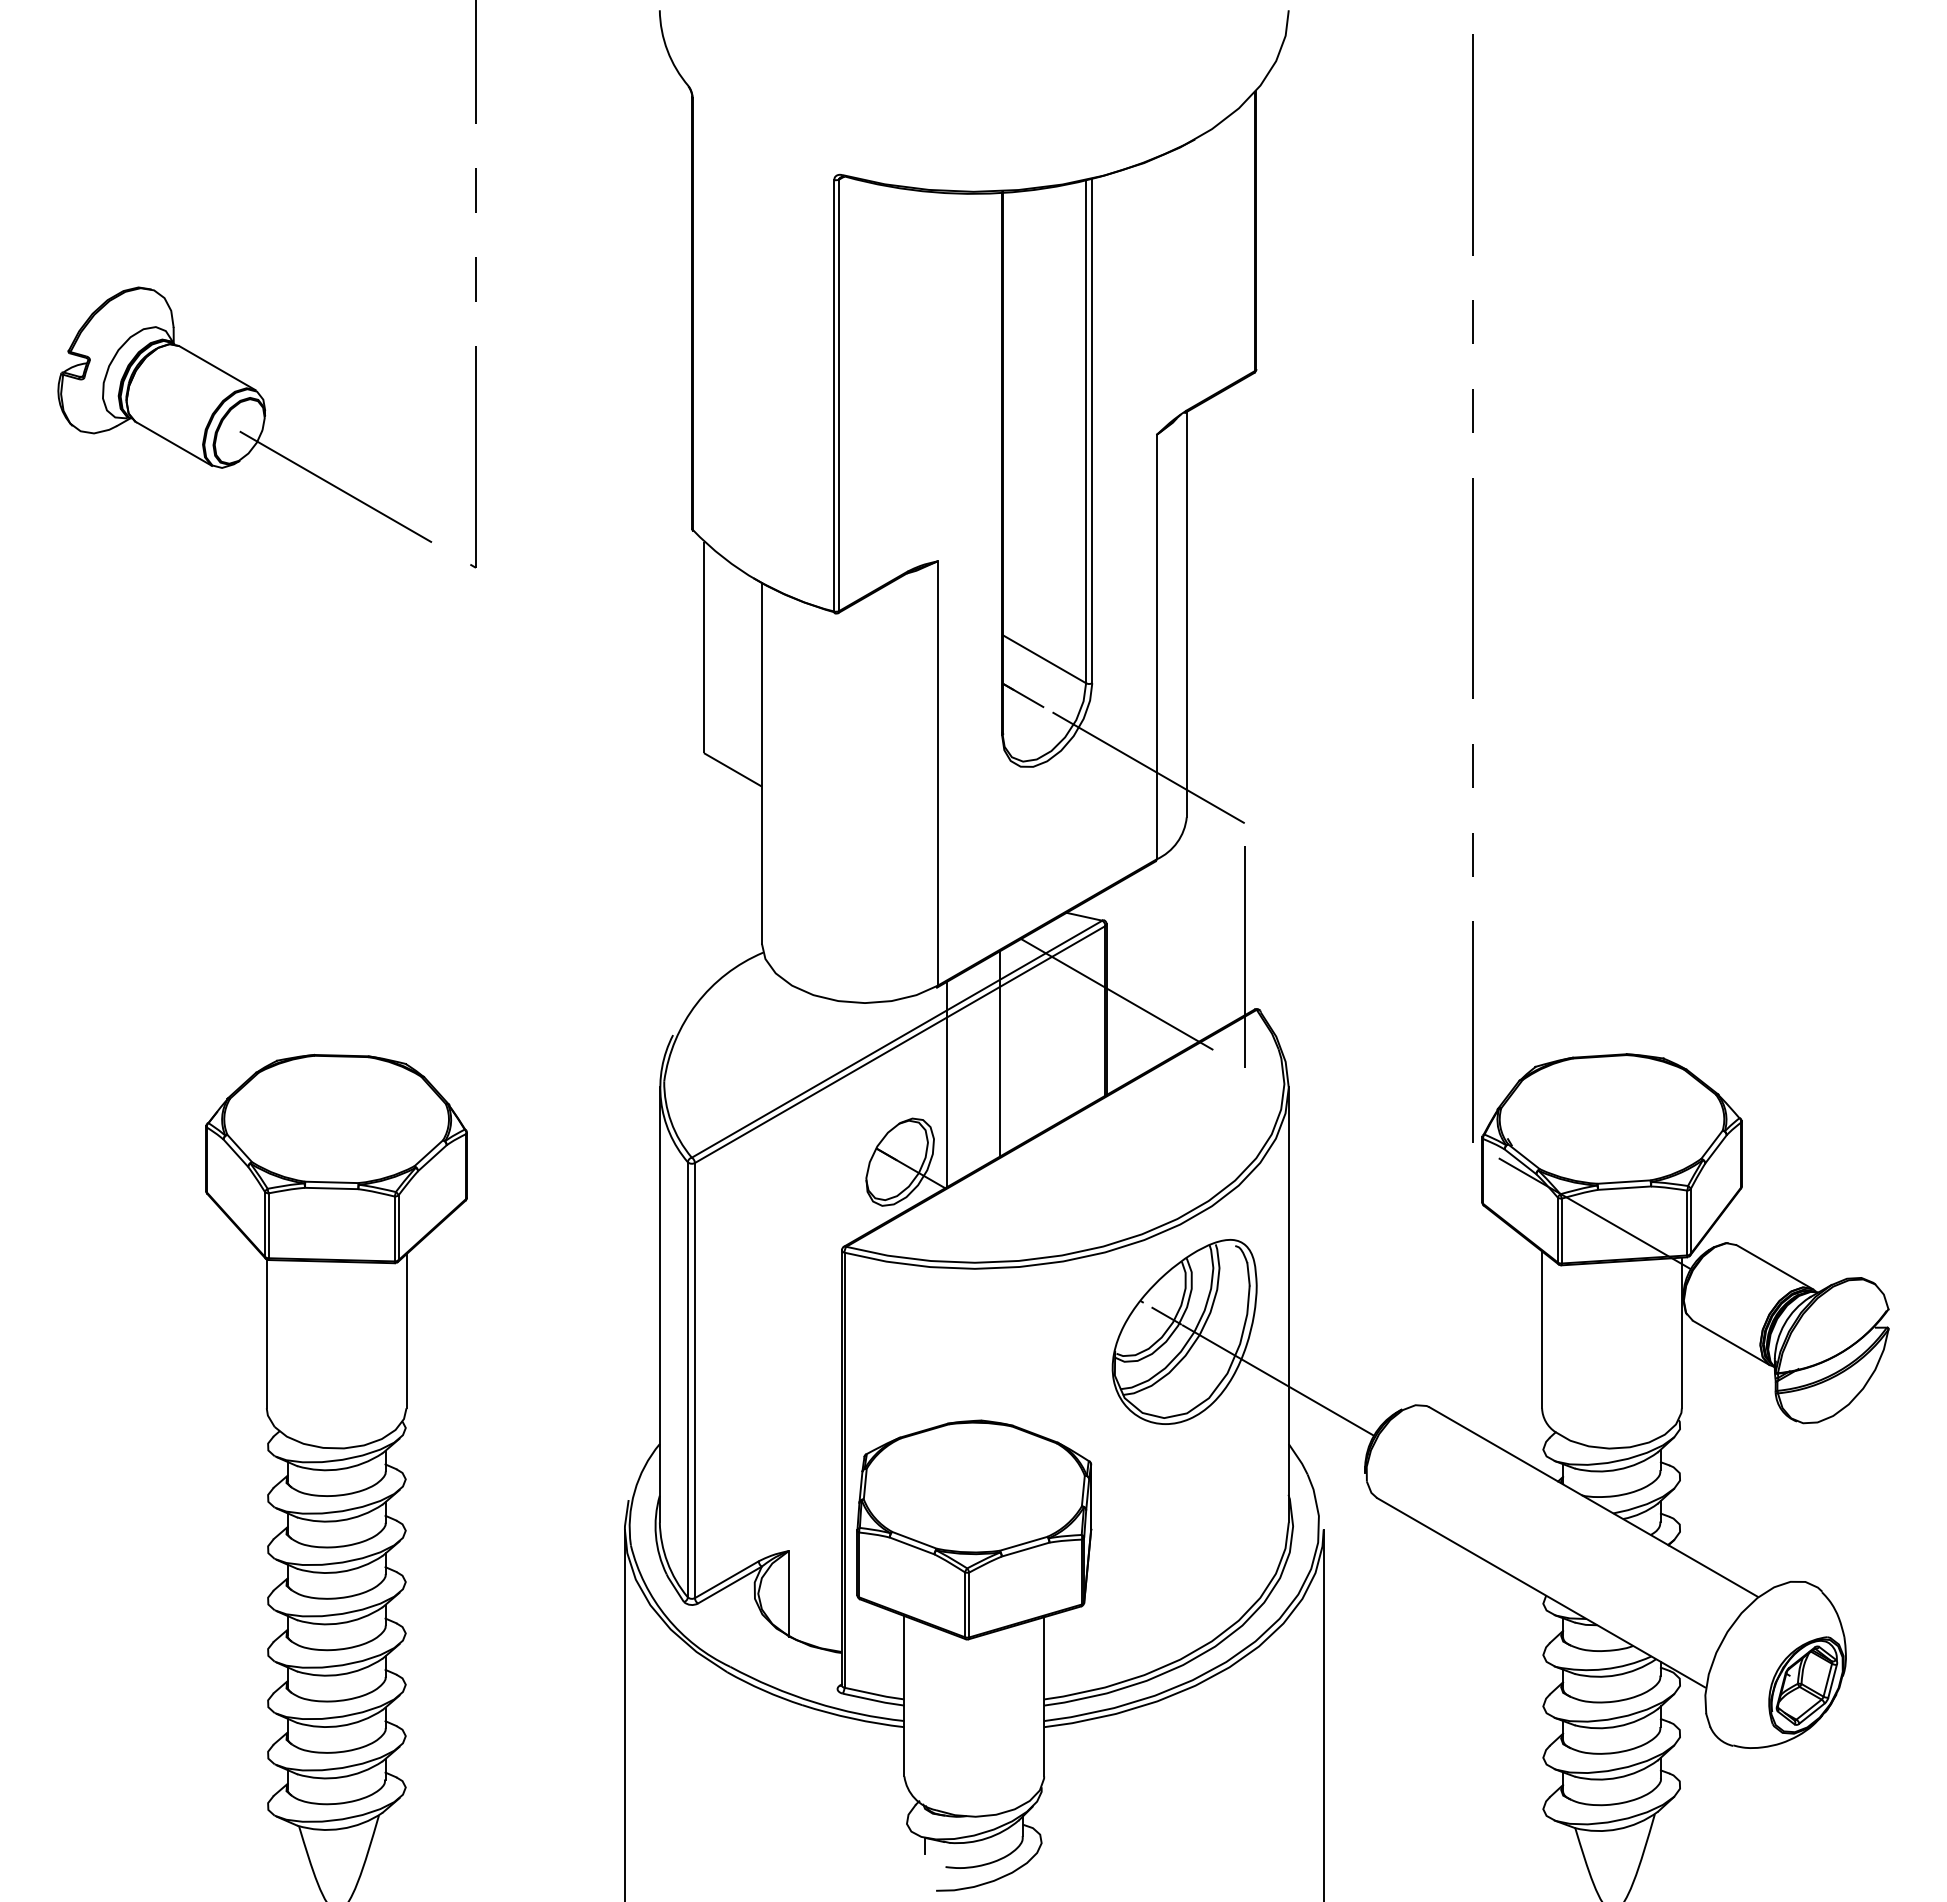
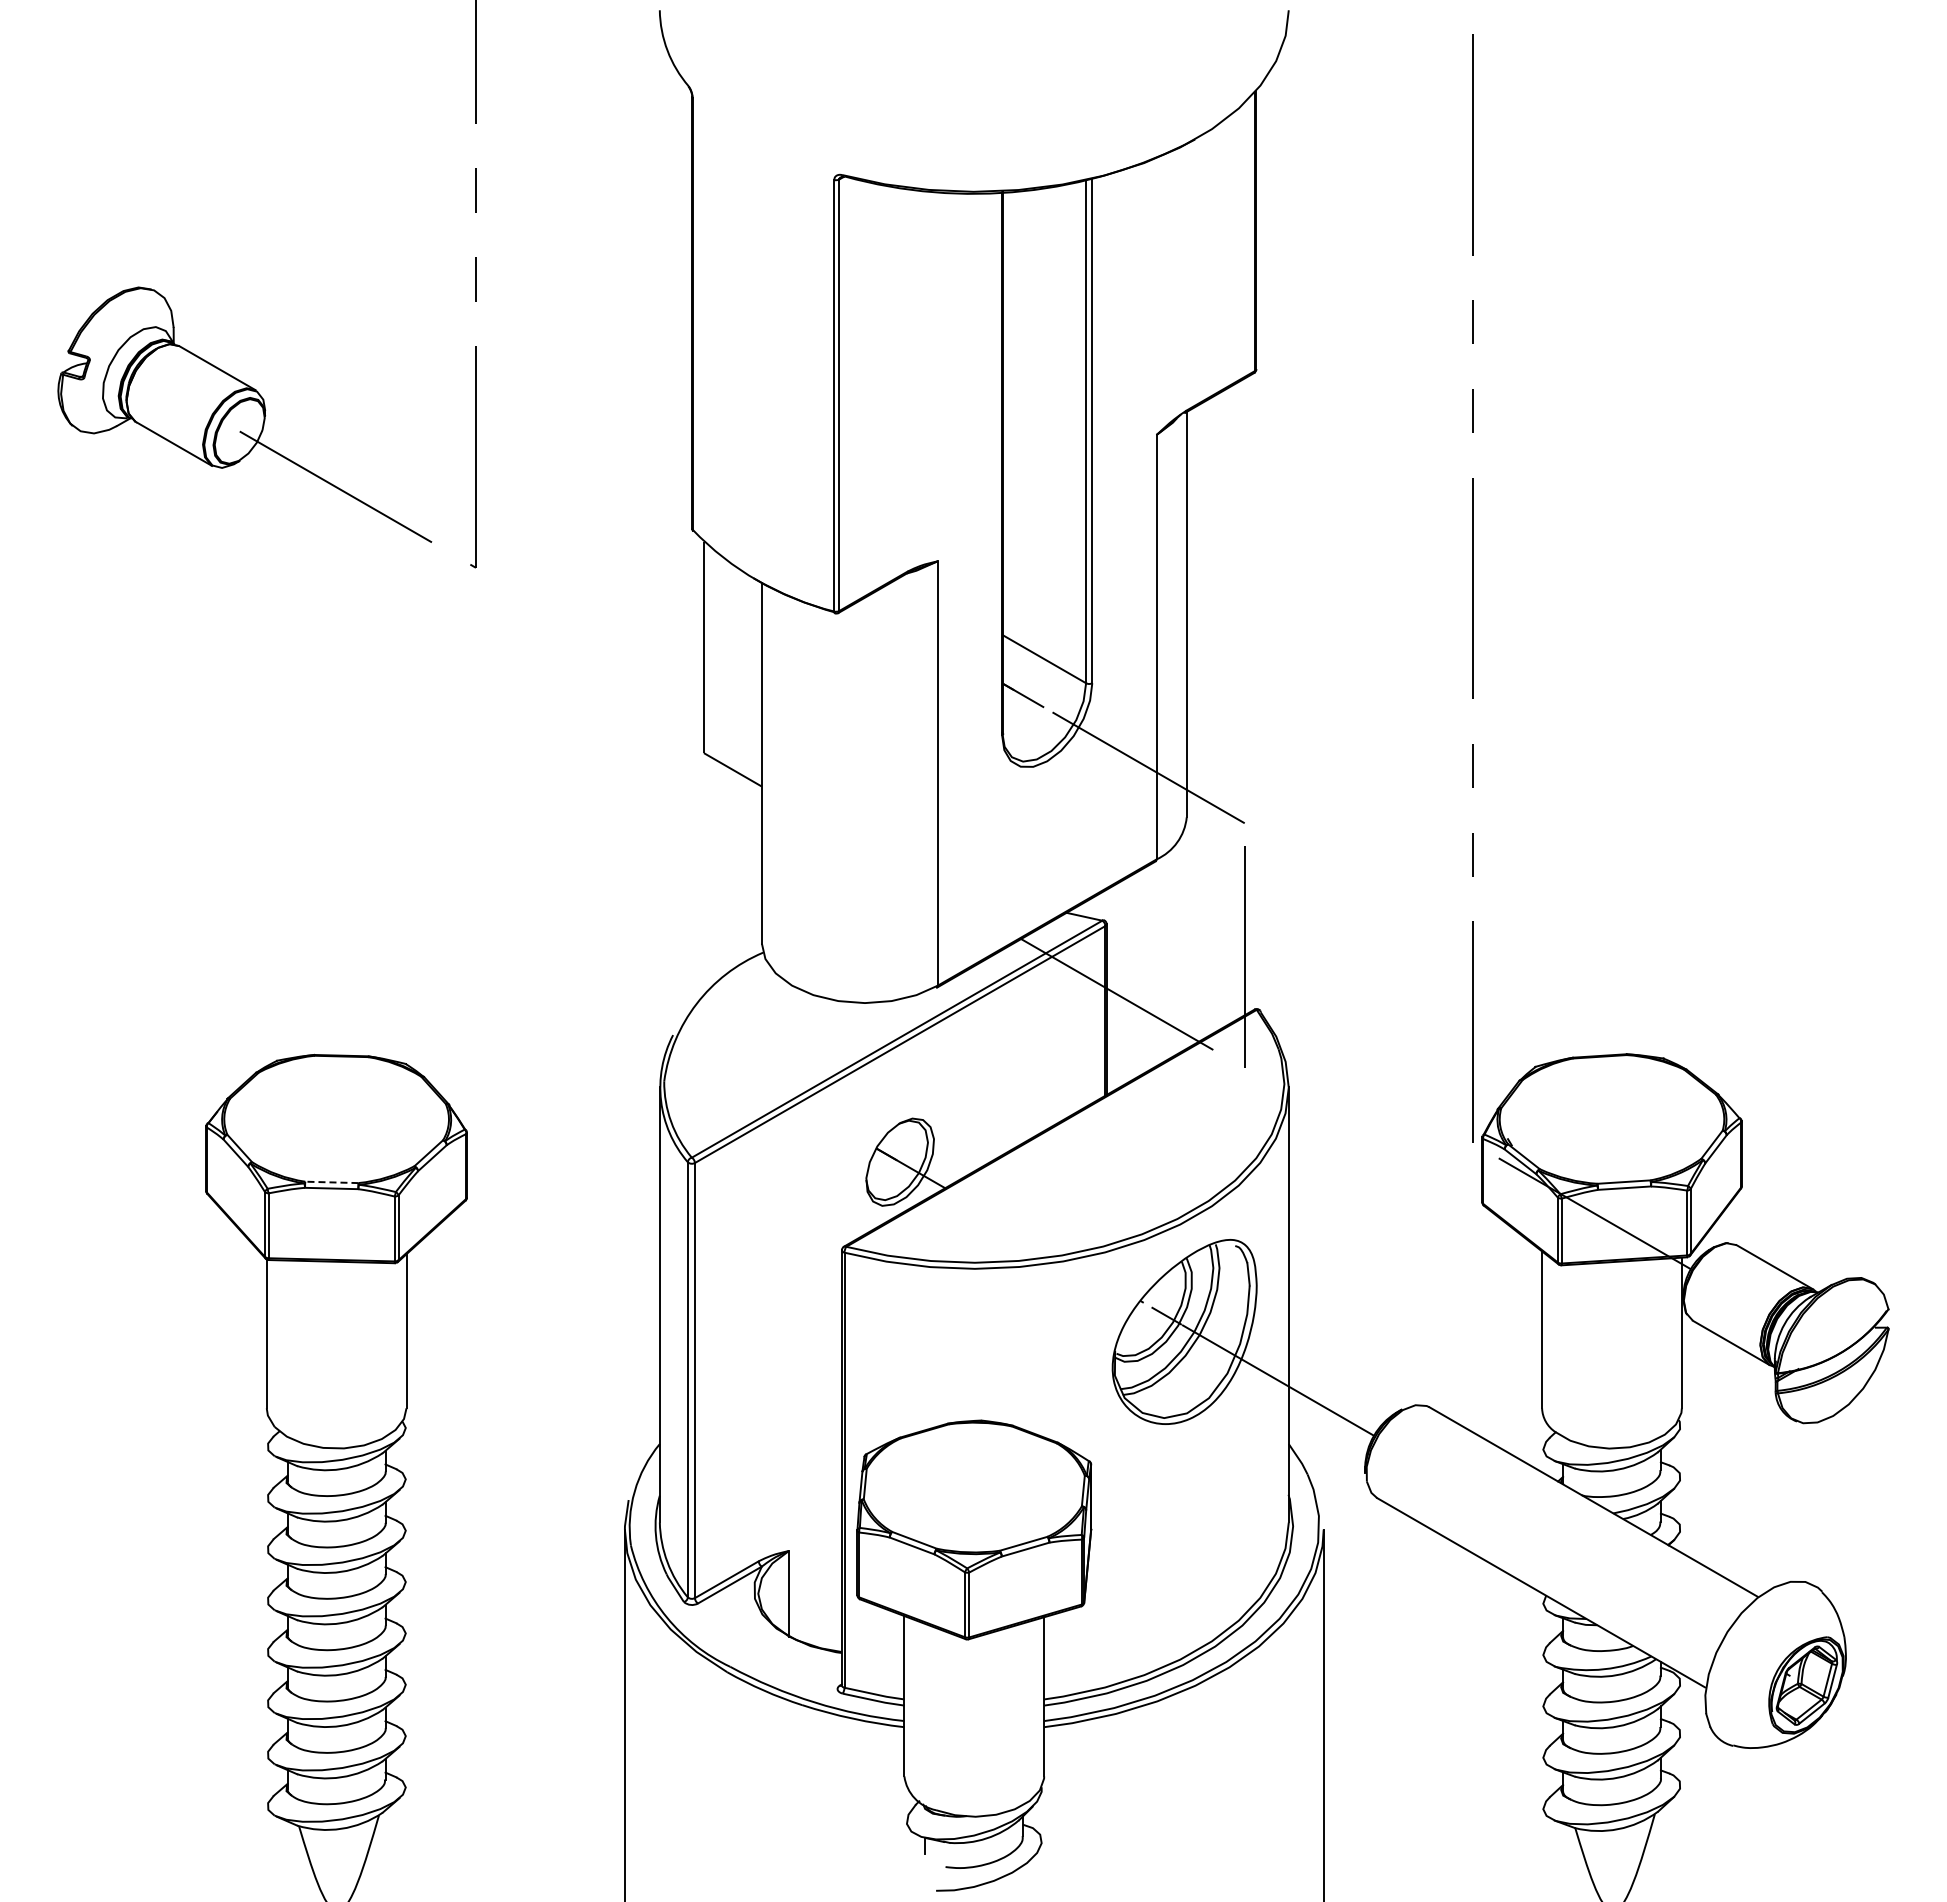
line at (1000, 1053): present -> none
line at (947, 1084): present -> none
line at (331, 1182): solid -> dashed
